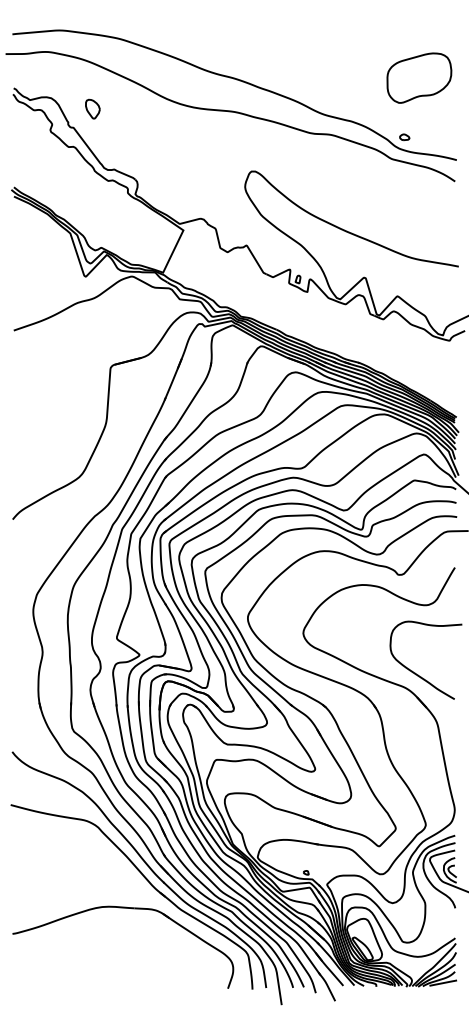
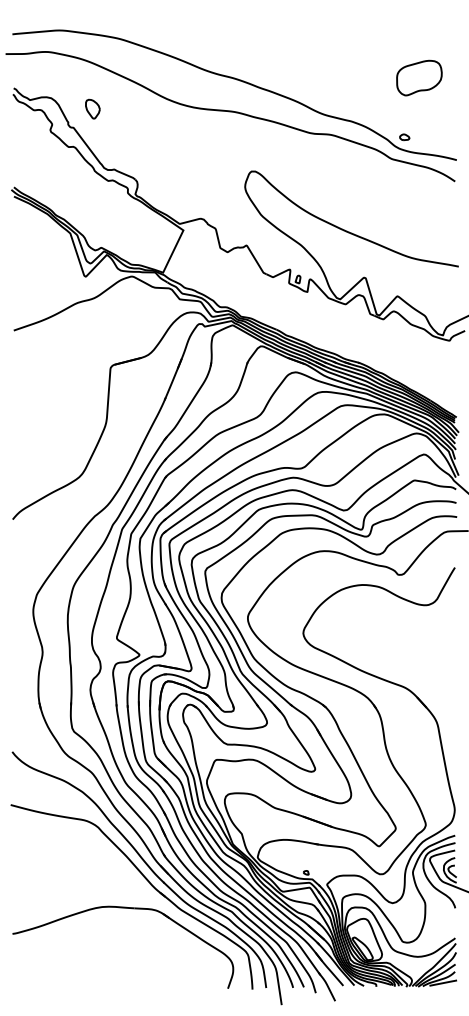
part at (419, 77) size: 67x52 px -> 47x38 px
curve at (415, 672): present -> none
